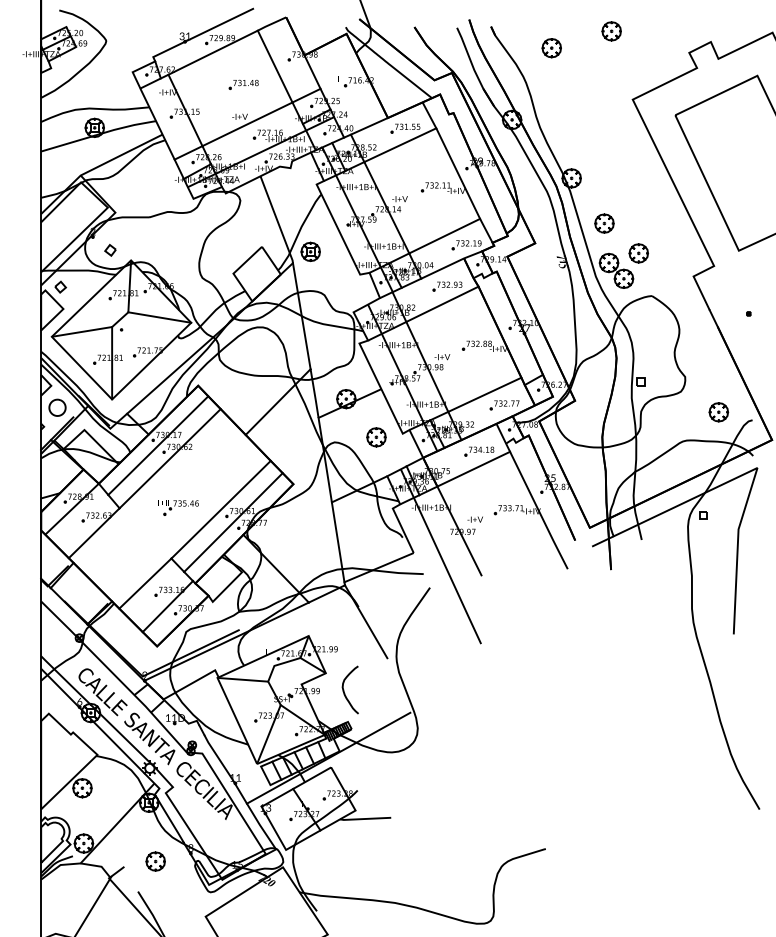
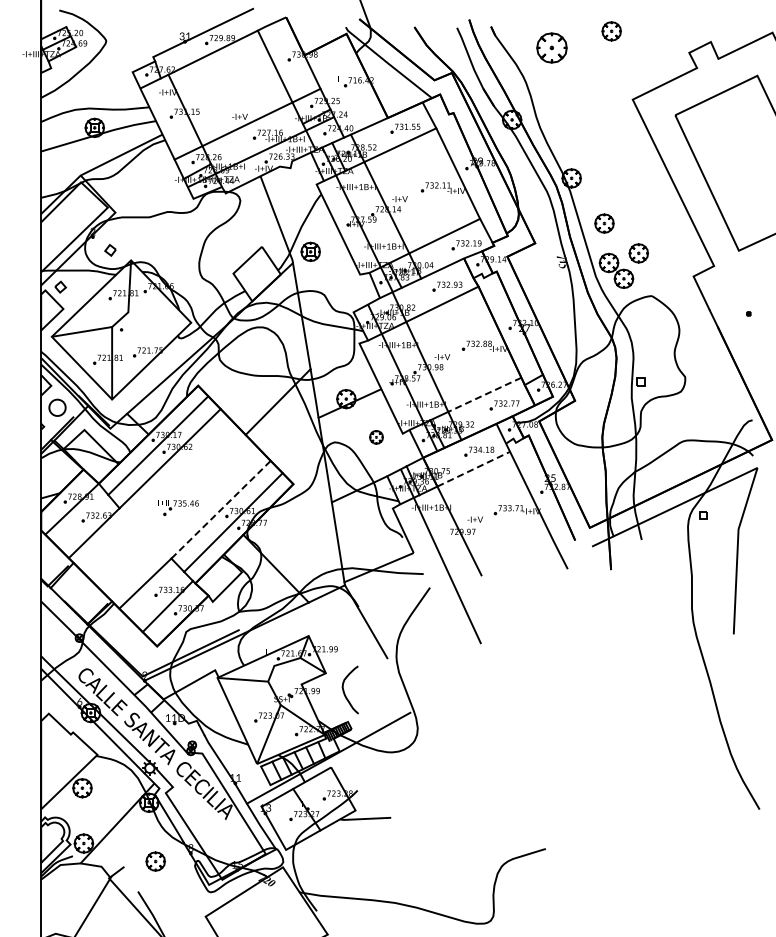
part at (551, 48) size: 21x21 px -> 32x32 px
part at (243, 84): present -> none
line at (159, 317): present -> none
line at (484, 395): solid -> dashed
part at (718, 412): present -> none
part at (376, 437) size: 21x21 px -> 15x15 px
line at (474, 468): solid -> dashed
line at (221, 509): solid -> dashed
